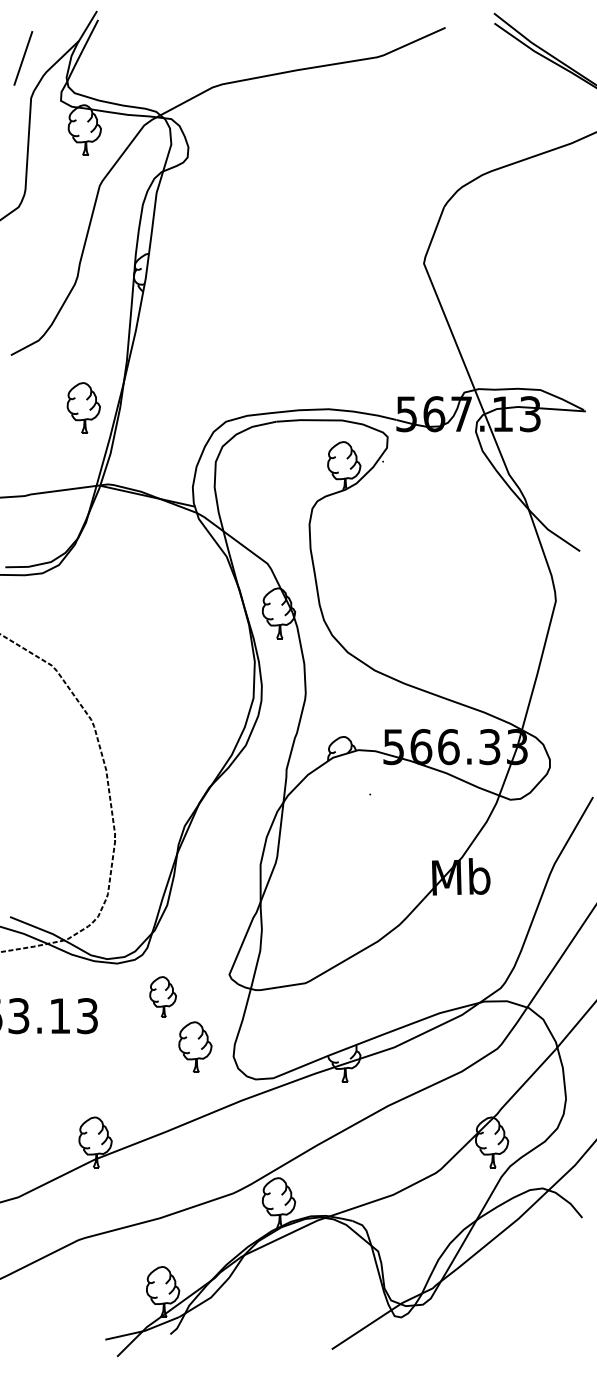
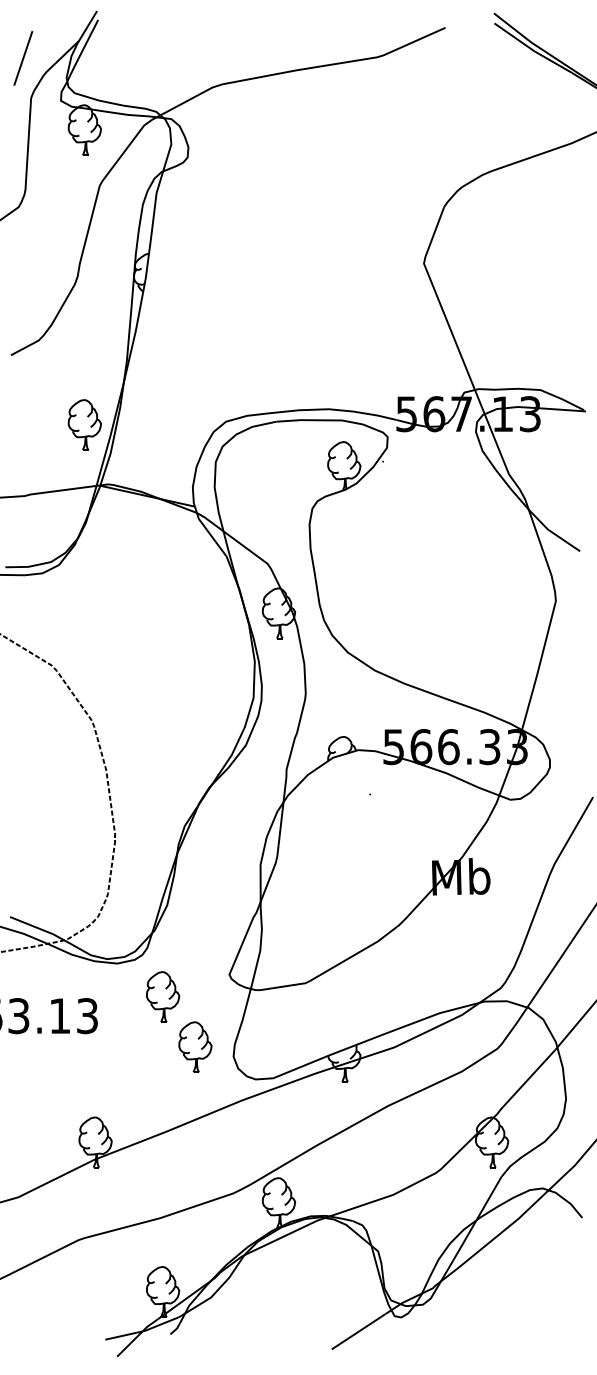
part at (83, 407) position: (83, 407) -> (84, 424)
part at (162, 996) size: 28x42 px -> 35x52 px
